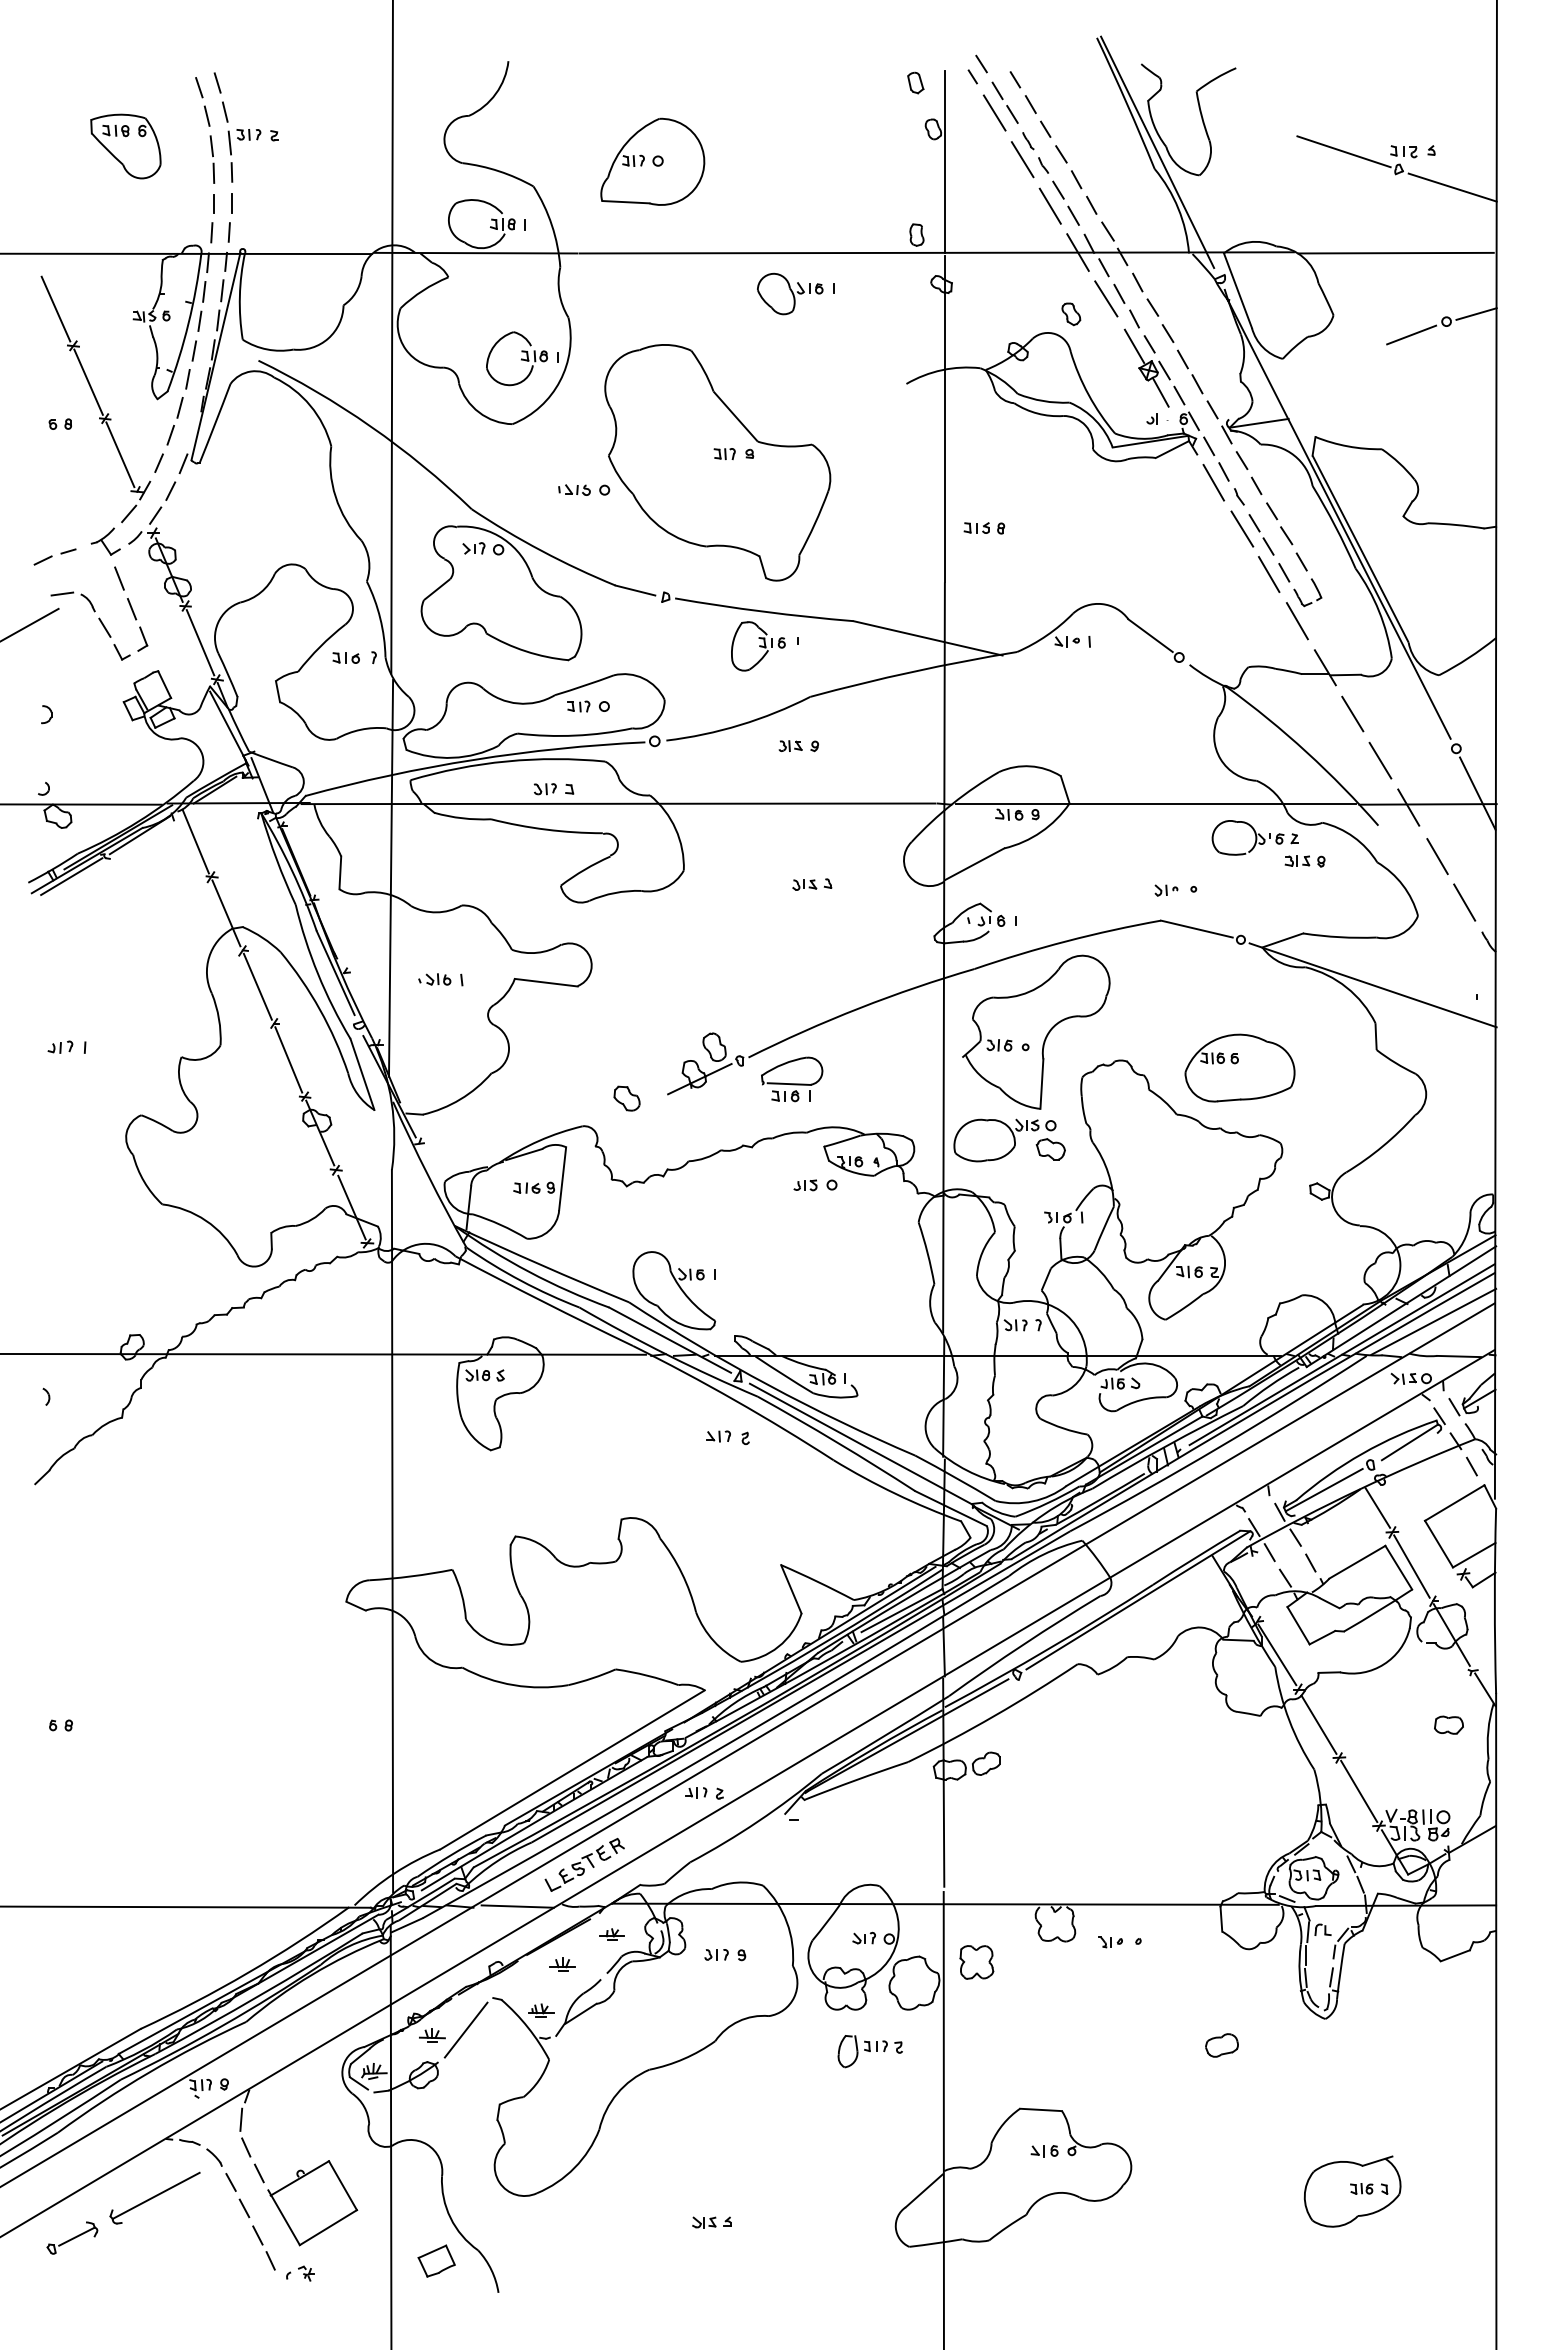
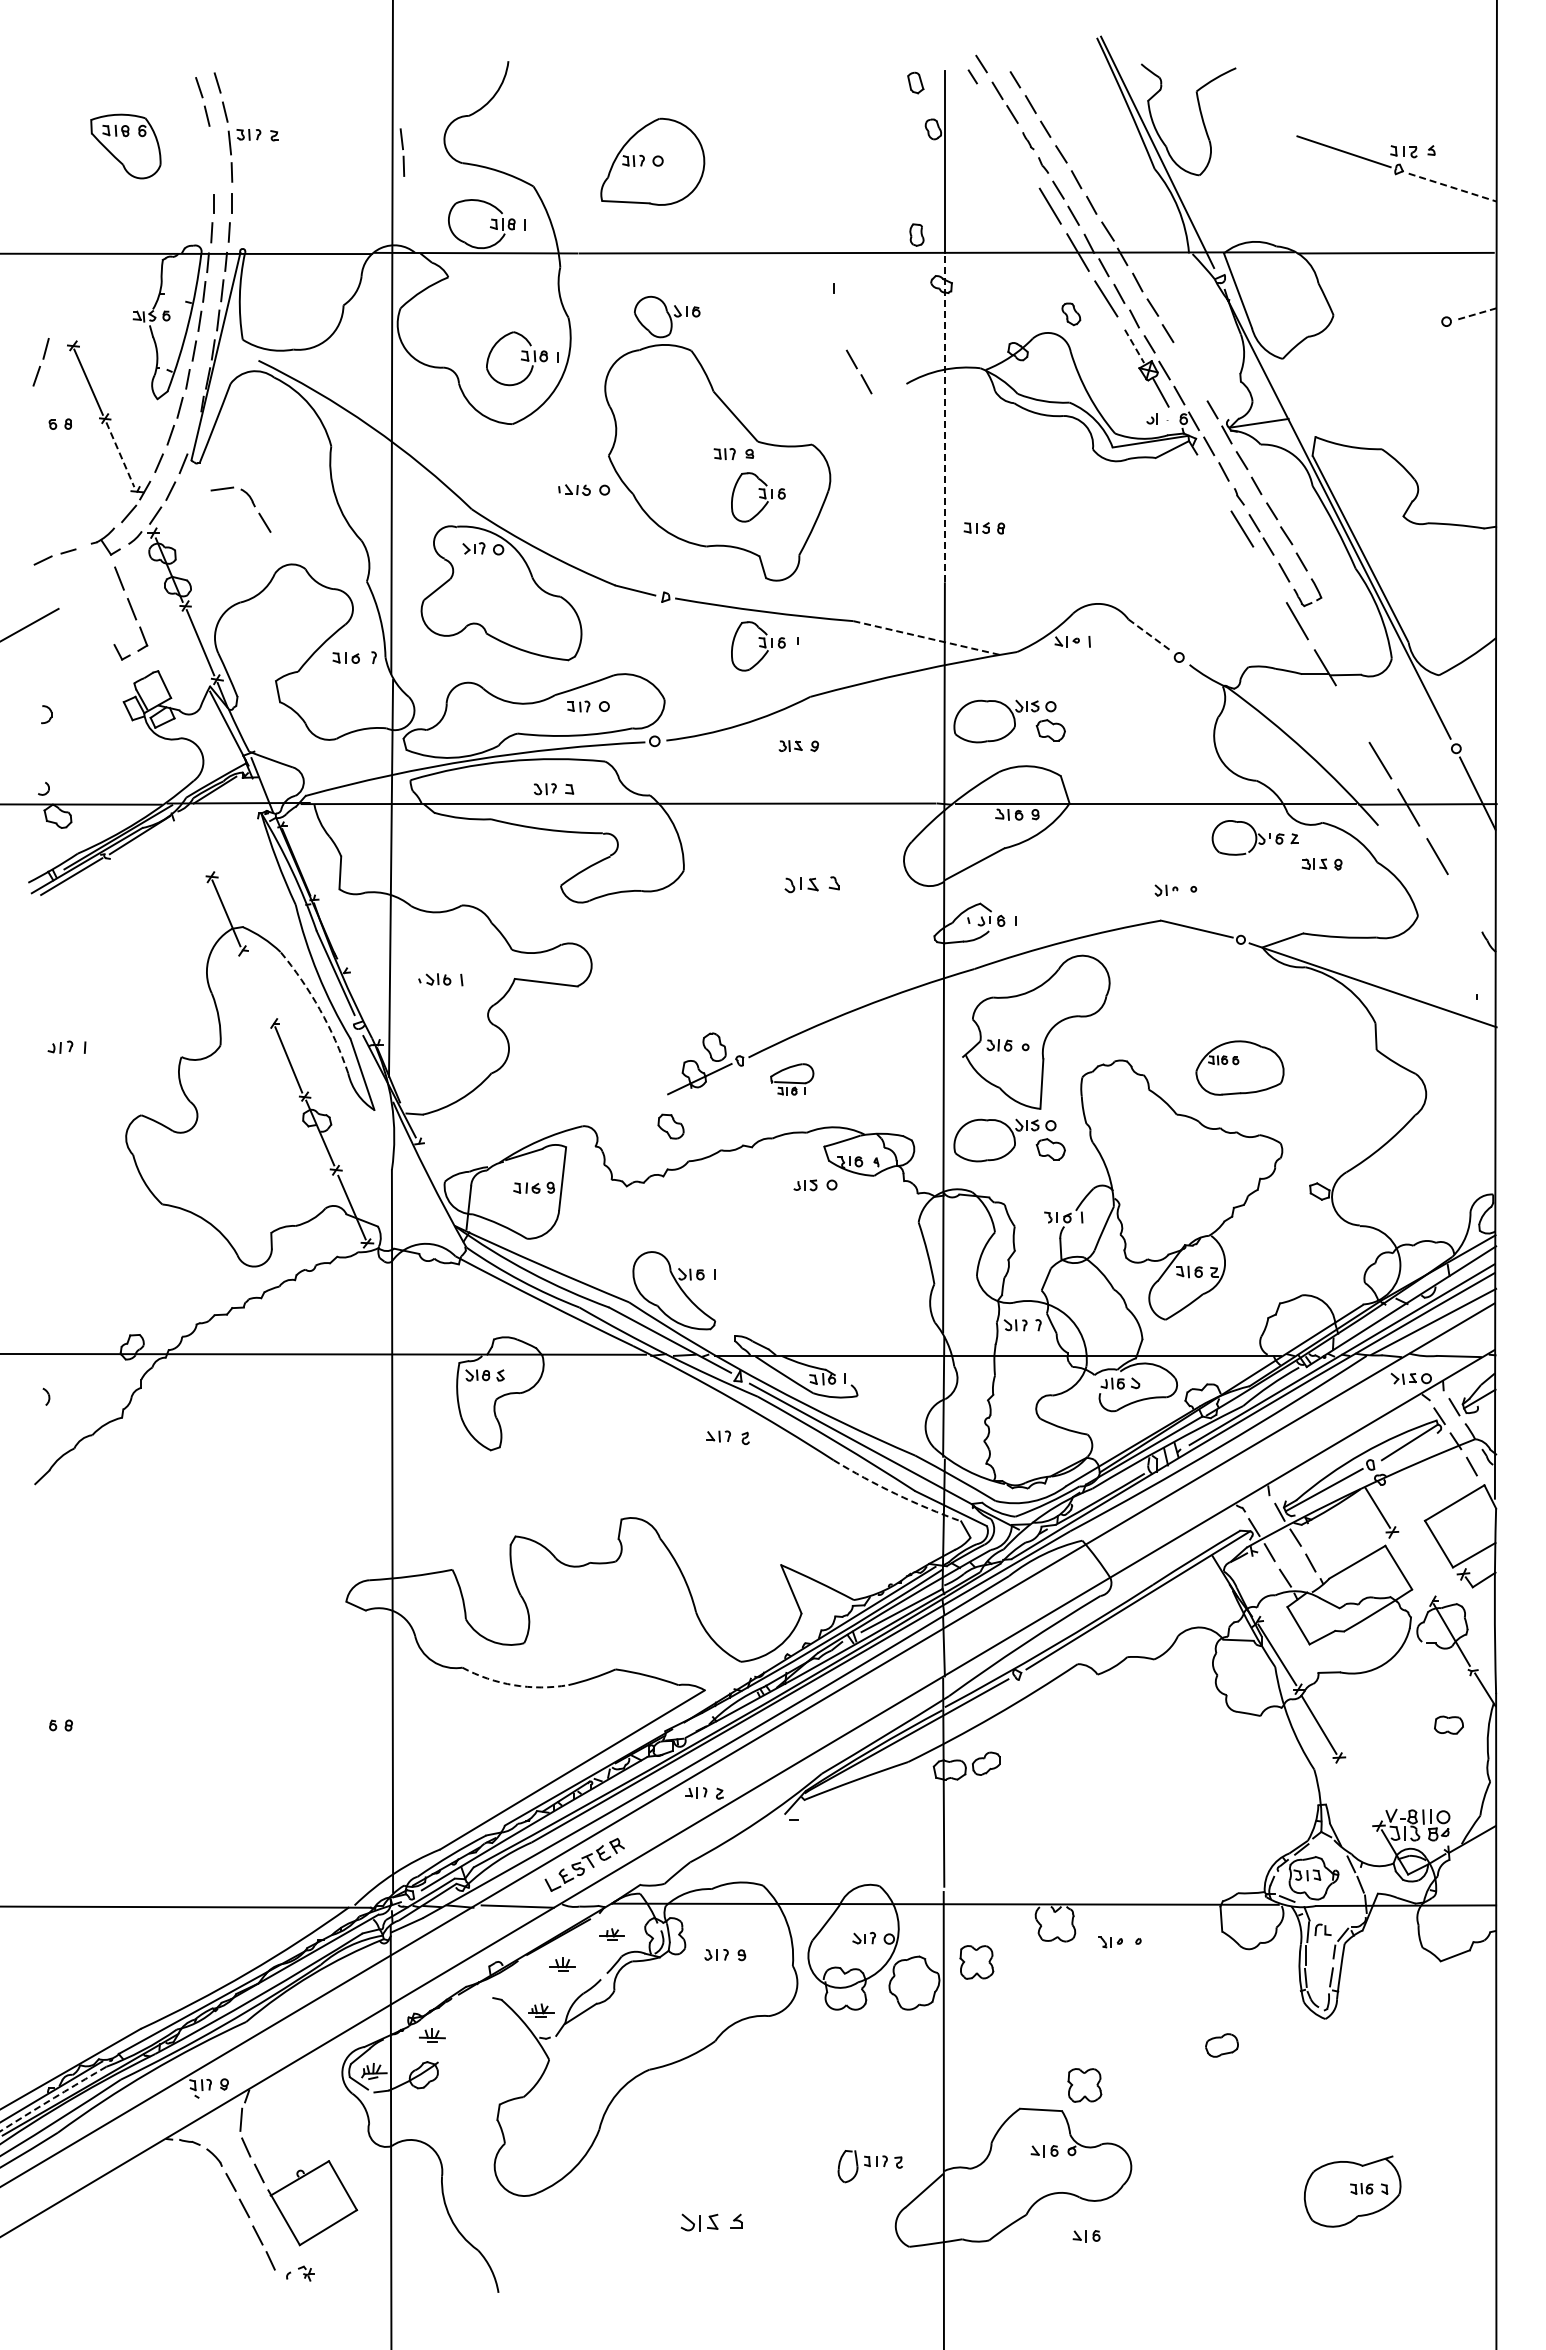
line at (994, 112): present -> none
part at (212, 159) position: (212, 159) -> (402, 152)
line at (1022, 159): present -> none
line at (1453, 187): solid -> dashed
part at (790, 293) position: (790, 293) -> (667, 316)
line at (55, 308): present -> none
line at (1476, 314): solid -> dashed
line at (1411, 334): present -> none
line at (1134, 346): solid -> dashed
part at (40, 362): none -> present
part at (1189, 371) position: (1189, 371) -> (858, 371)
line at (944, 419): solid -> dashed
line at (120, 455): solid -> dashed
line at (1213, 482): present -> none
part at (758, 497): none -> present
line at (1268, 574): present -> none
part at (92, 609) position: (92, 609) -> (252, 504)
line at (1150, 635): solid -> dashed
line at (927, 638): solid -> dashed
line at (1352, 713): present -> none
part at (1009, 721): none -> present
line at (195, 841): present -> none
part at (1304, 861) position: (1304, 861) -> (1321, 864)
part at (812, 884) size: 41x13 px -> 56x18 px
line at (1464, 902): present -> none
line at (257, 986): present -> none
arc at (319, 1009): solid -> dashed
part at (1239, 1067) size: 112x70 px -> 90x56 px
part at (792, 1079) size: 63x47 px -> 45x33 px
part at (626, 1098) position: (626, 1098) -> (670, 1126)
arc at (895, 1493): solid -> dashed
line at (1411, 1566): present -> none
arc at (513, 1685): solid -> dashed
line at (1359, 1791): present -> none
line at (465, 2029): present -> none
part at (869, 2051) position: (869, 2051) -> (869, 2166)
part at (1084, 2085): none -> present
arc at (52, 2098): solid -> dashed
part at (154, 2197): present -> none
part at (711, 2222) size: 40x13 px -> 63x19 px
part at (1086, 2236): none -> present
part at (72, 2237): present -> none
part at (436, 2260): present -> none
